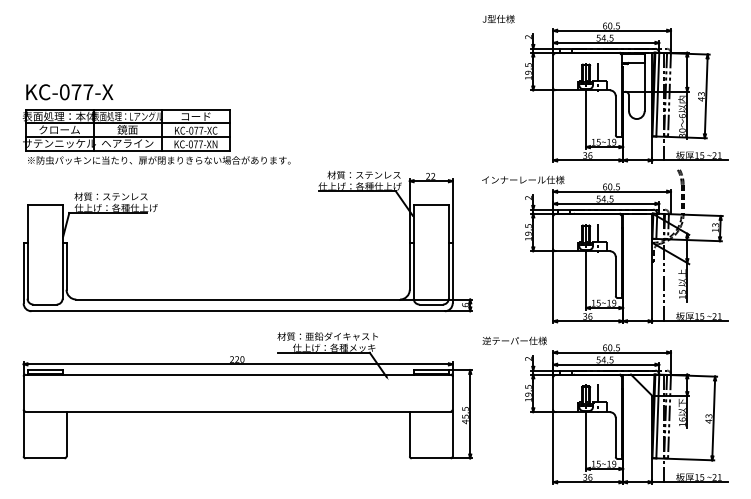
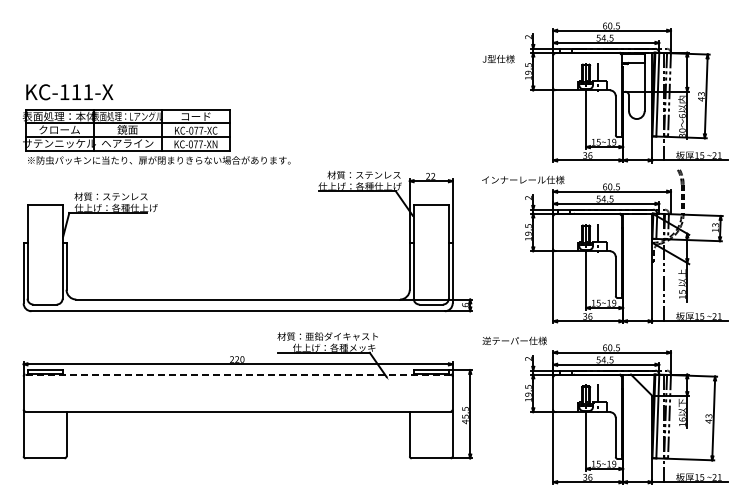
text at (498, 19) position: (498, 19) -> (498, 59)
text at (76, 92): KC-077-X -> KC-111-X
line at (238, 374): solid -> dashed
